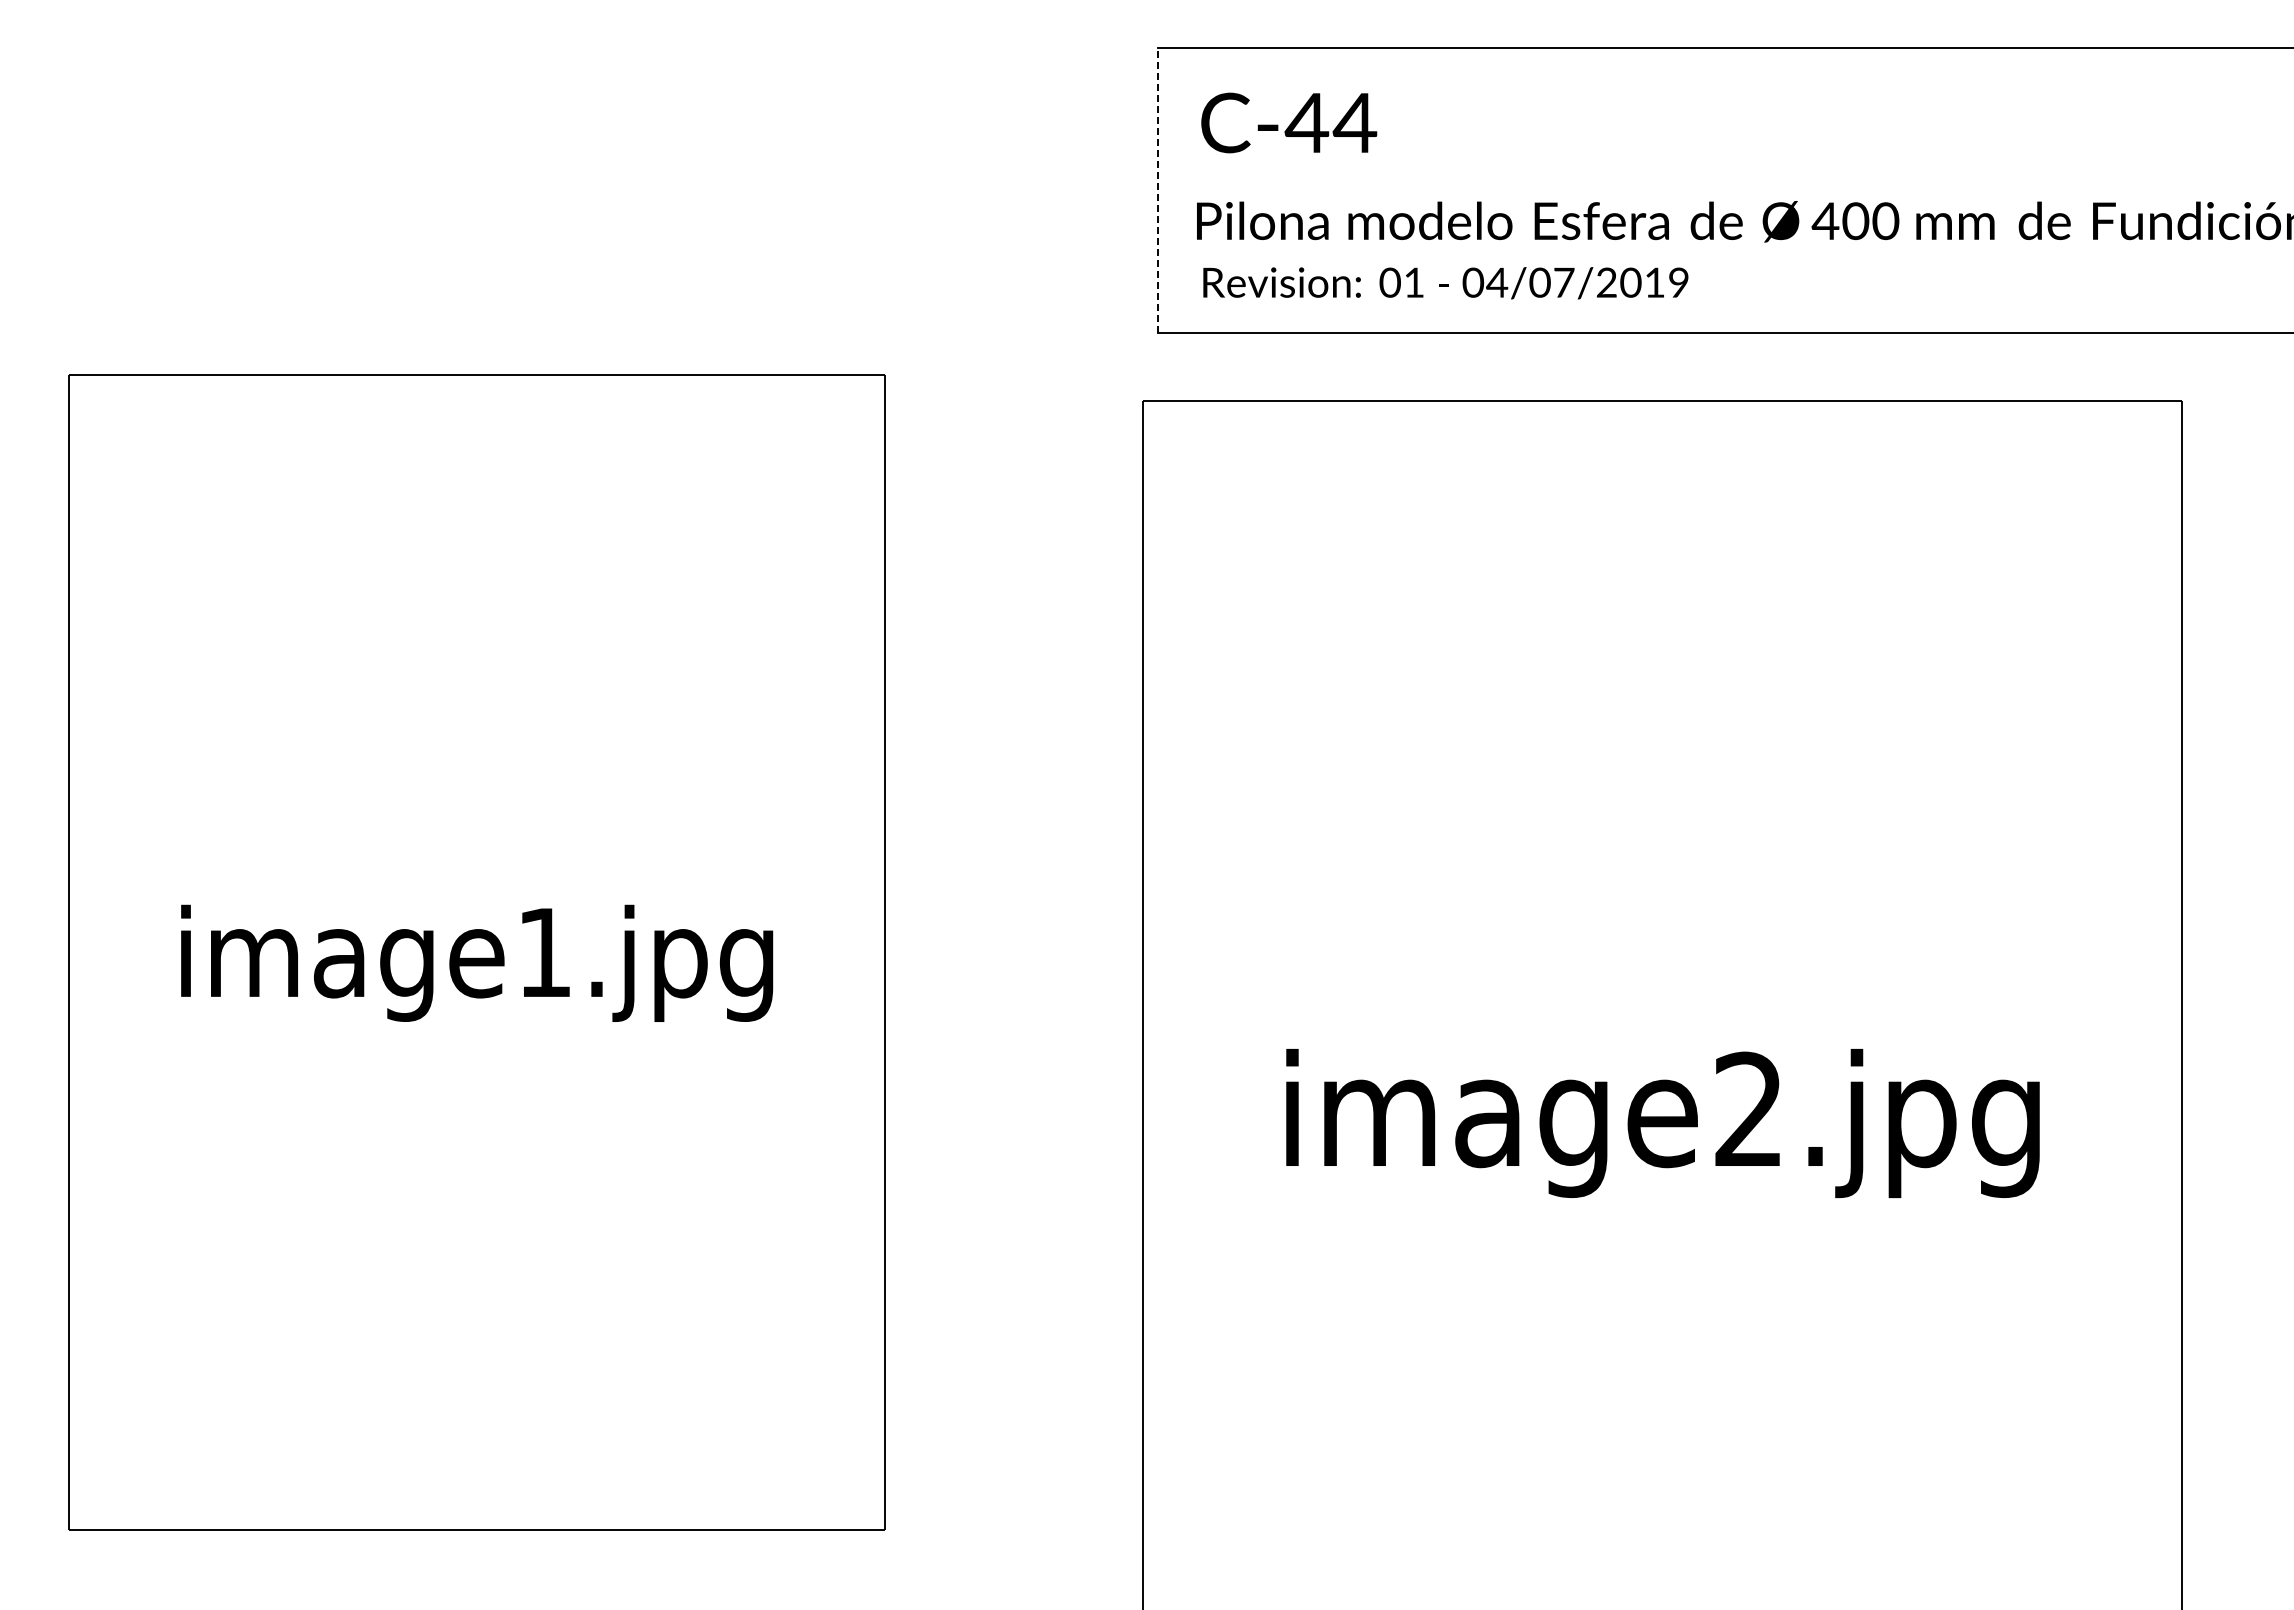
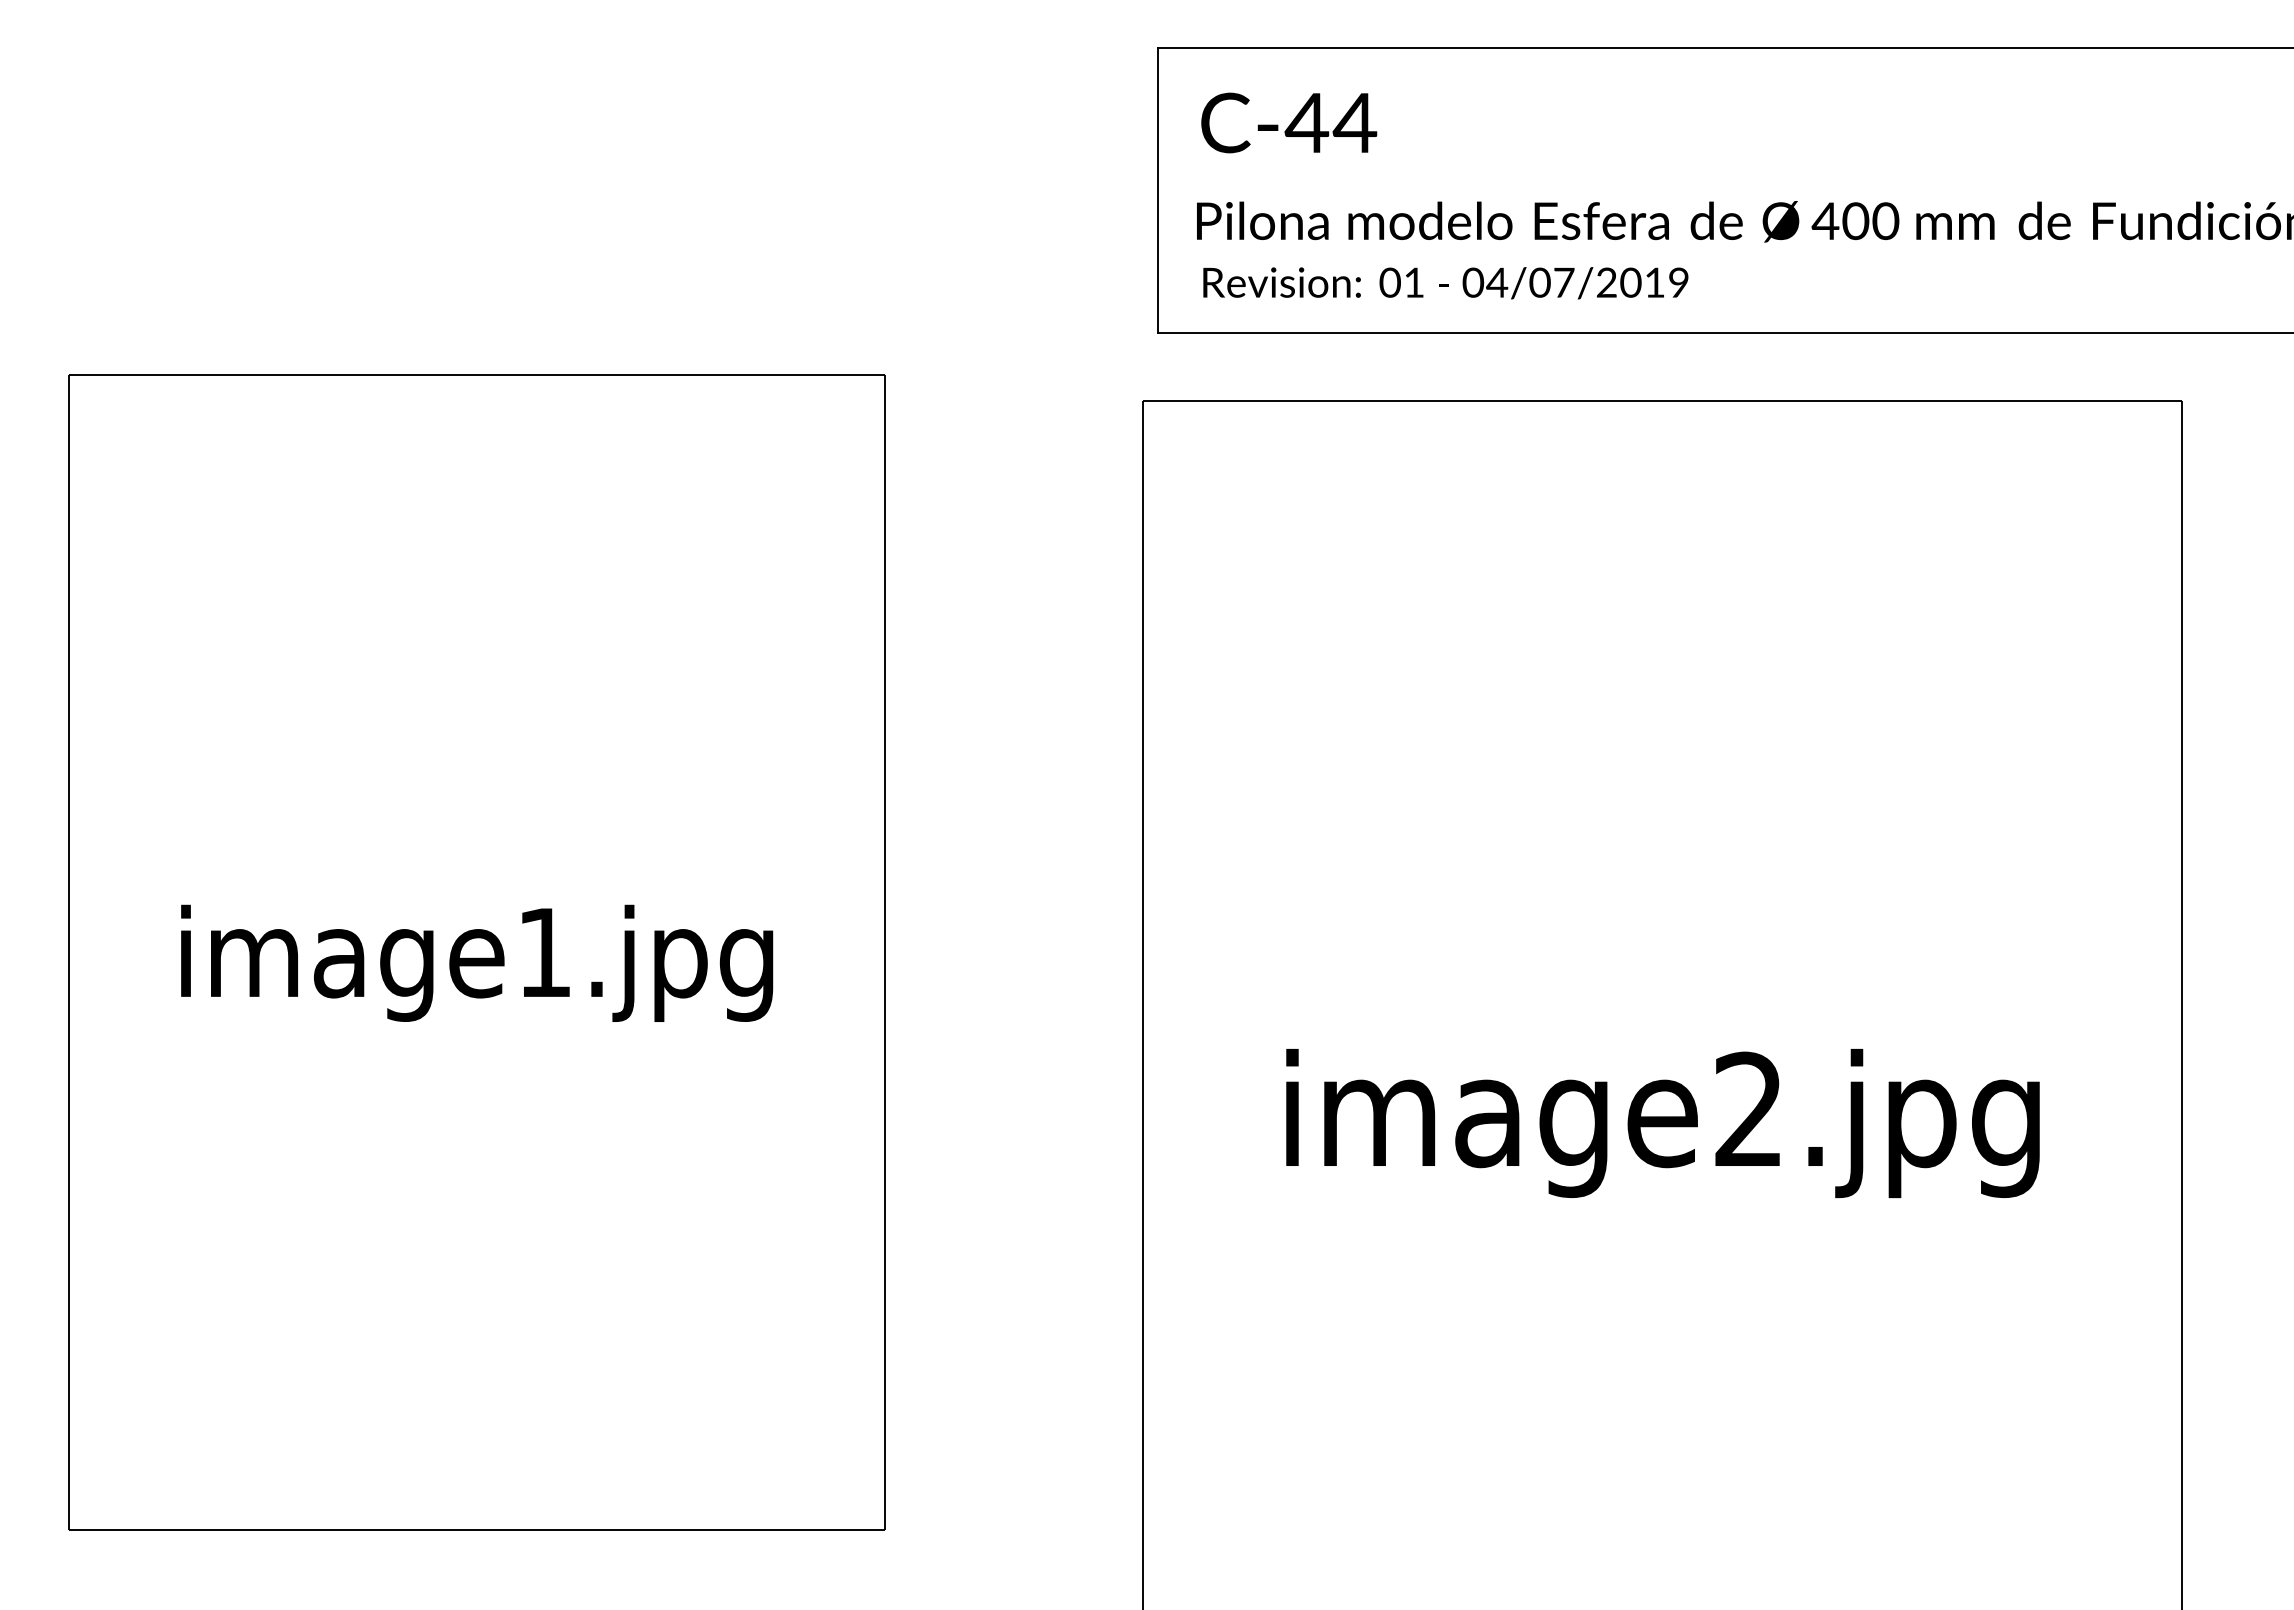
line at (1157, 190): dashed -> solid
